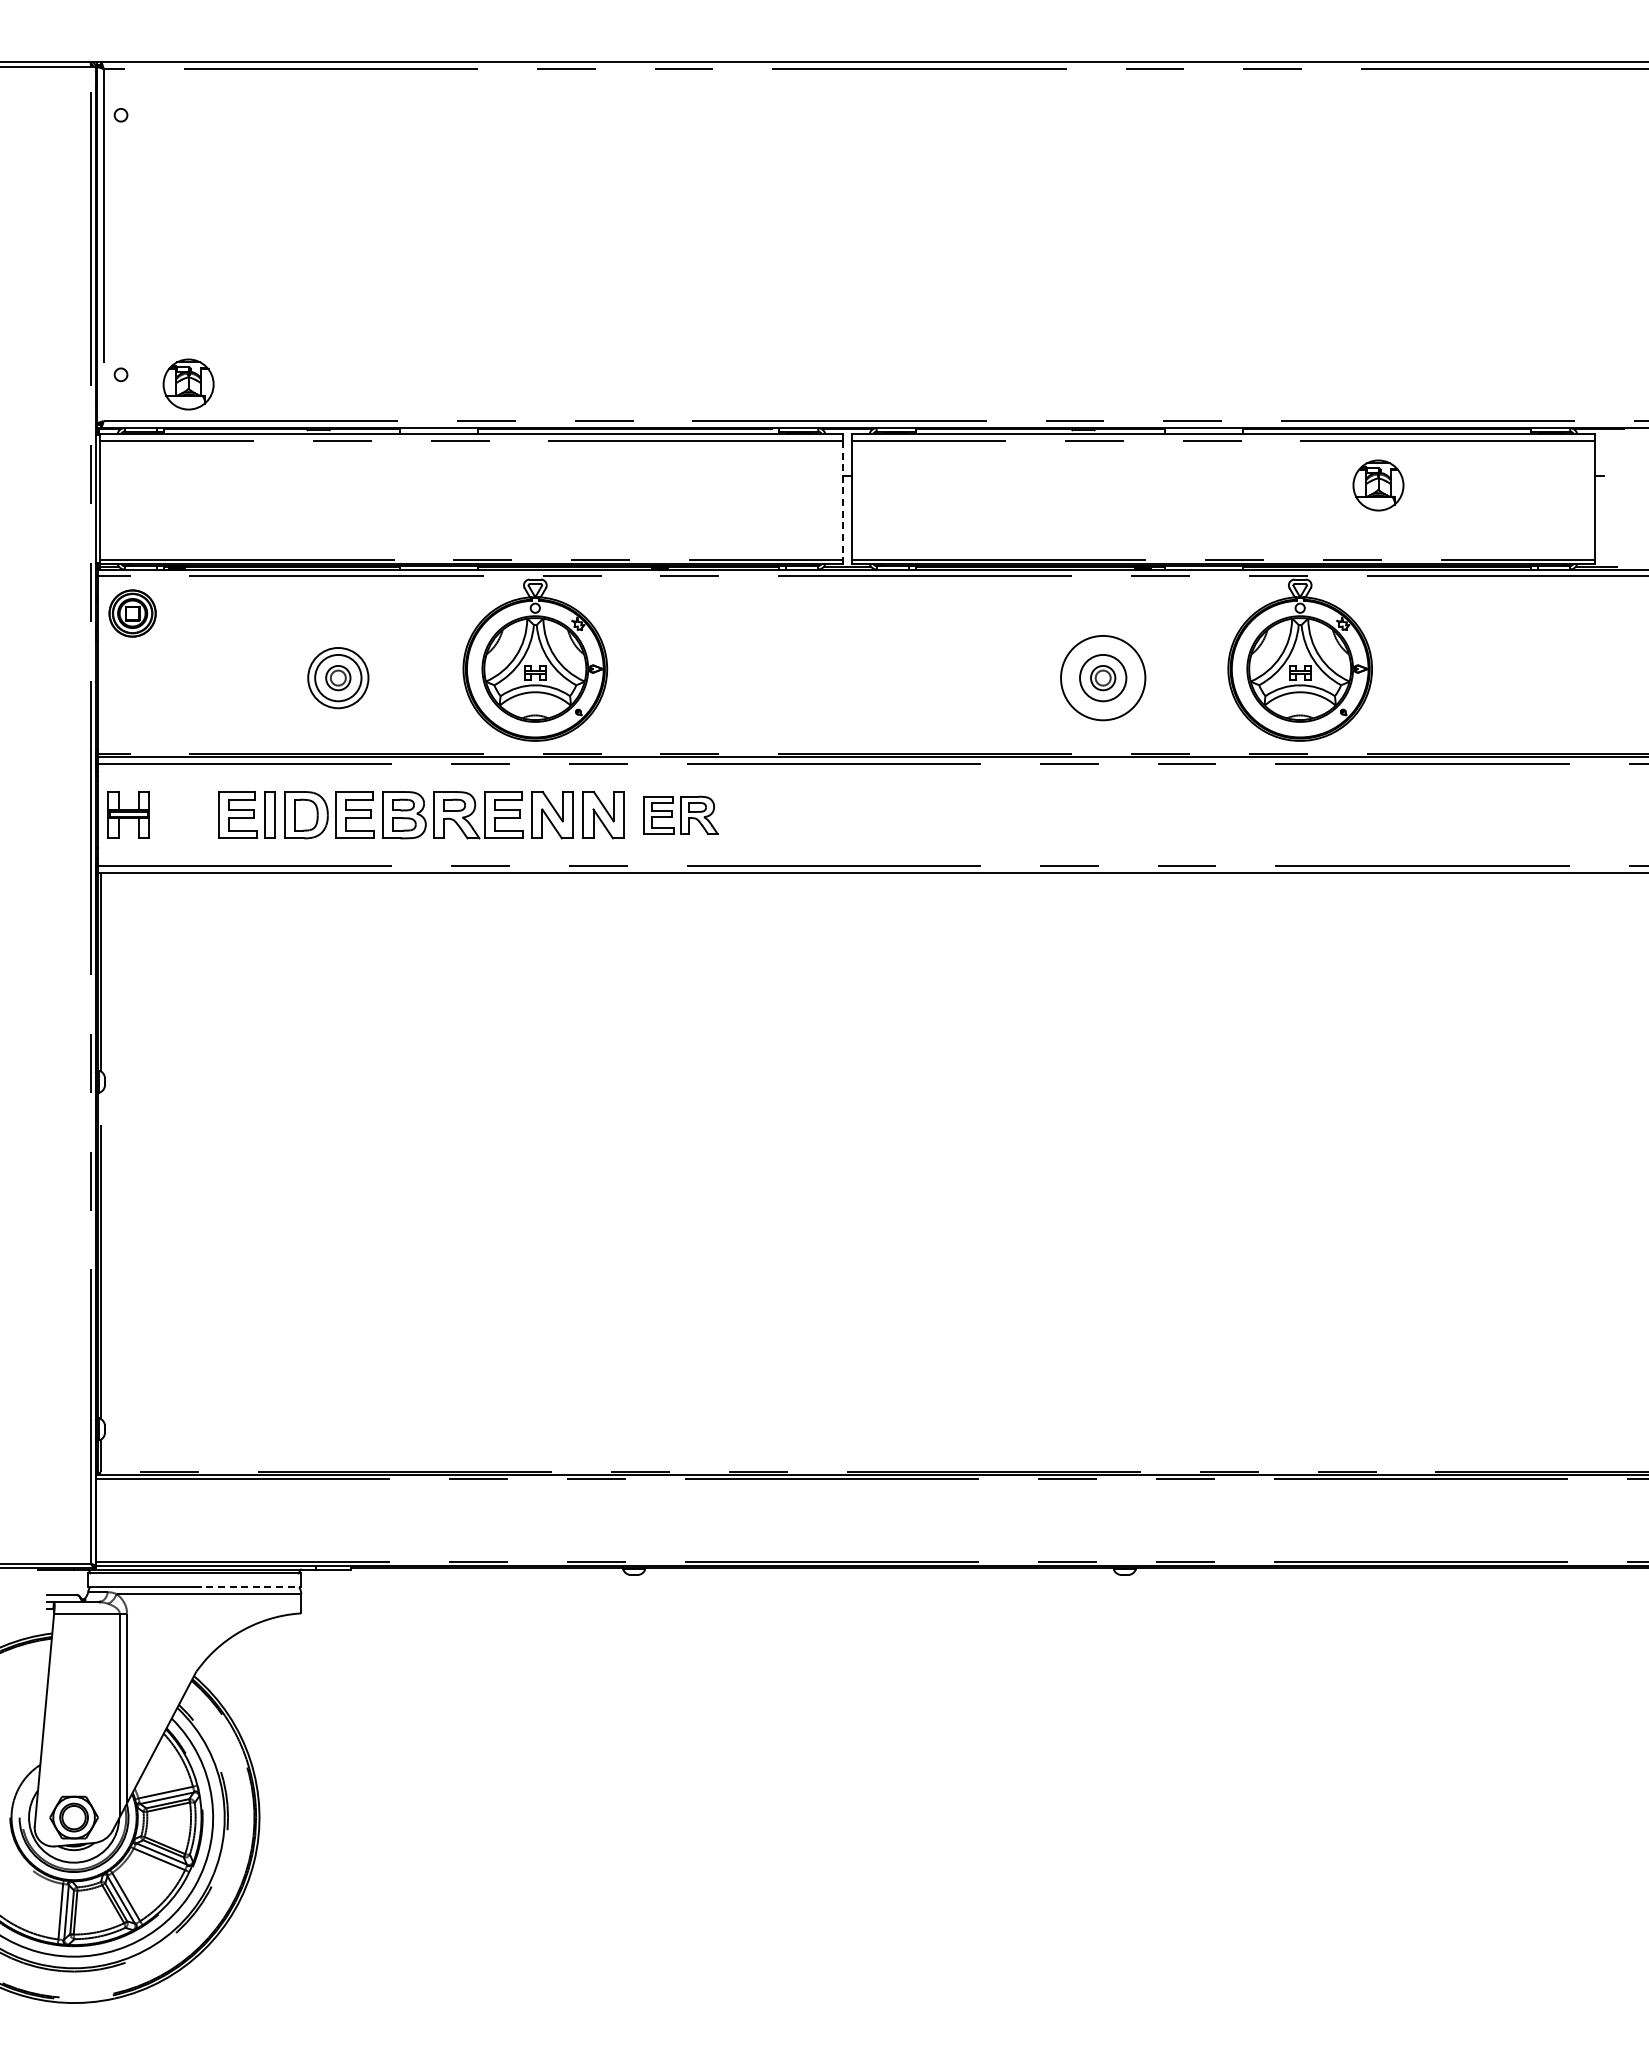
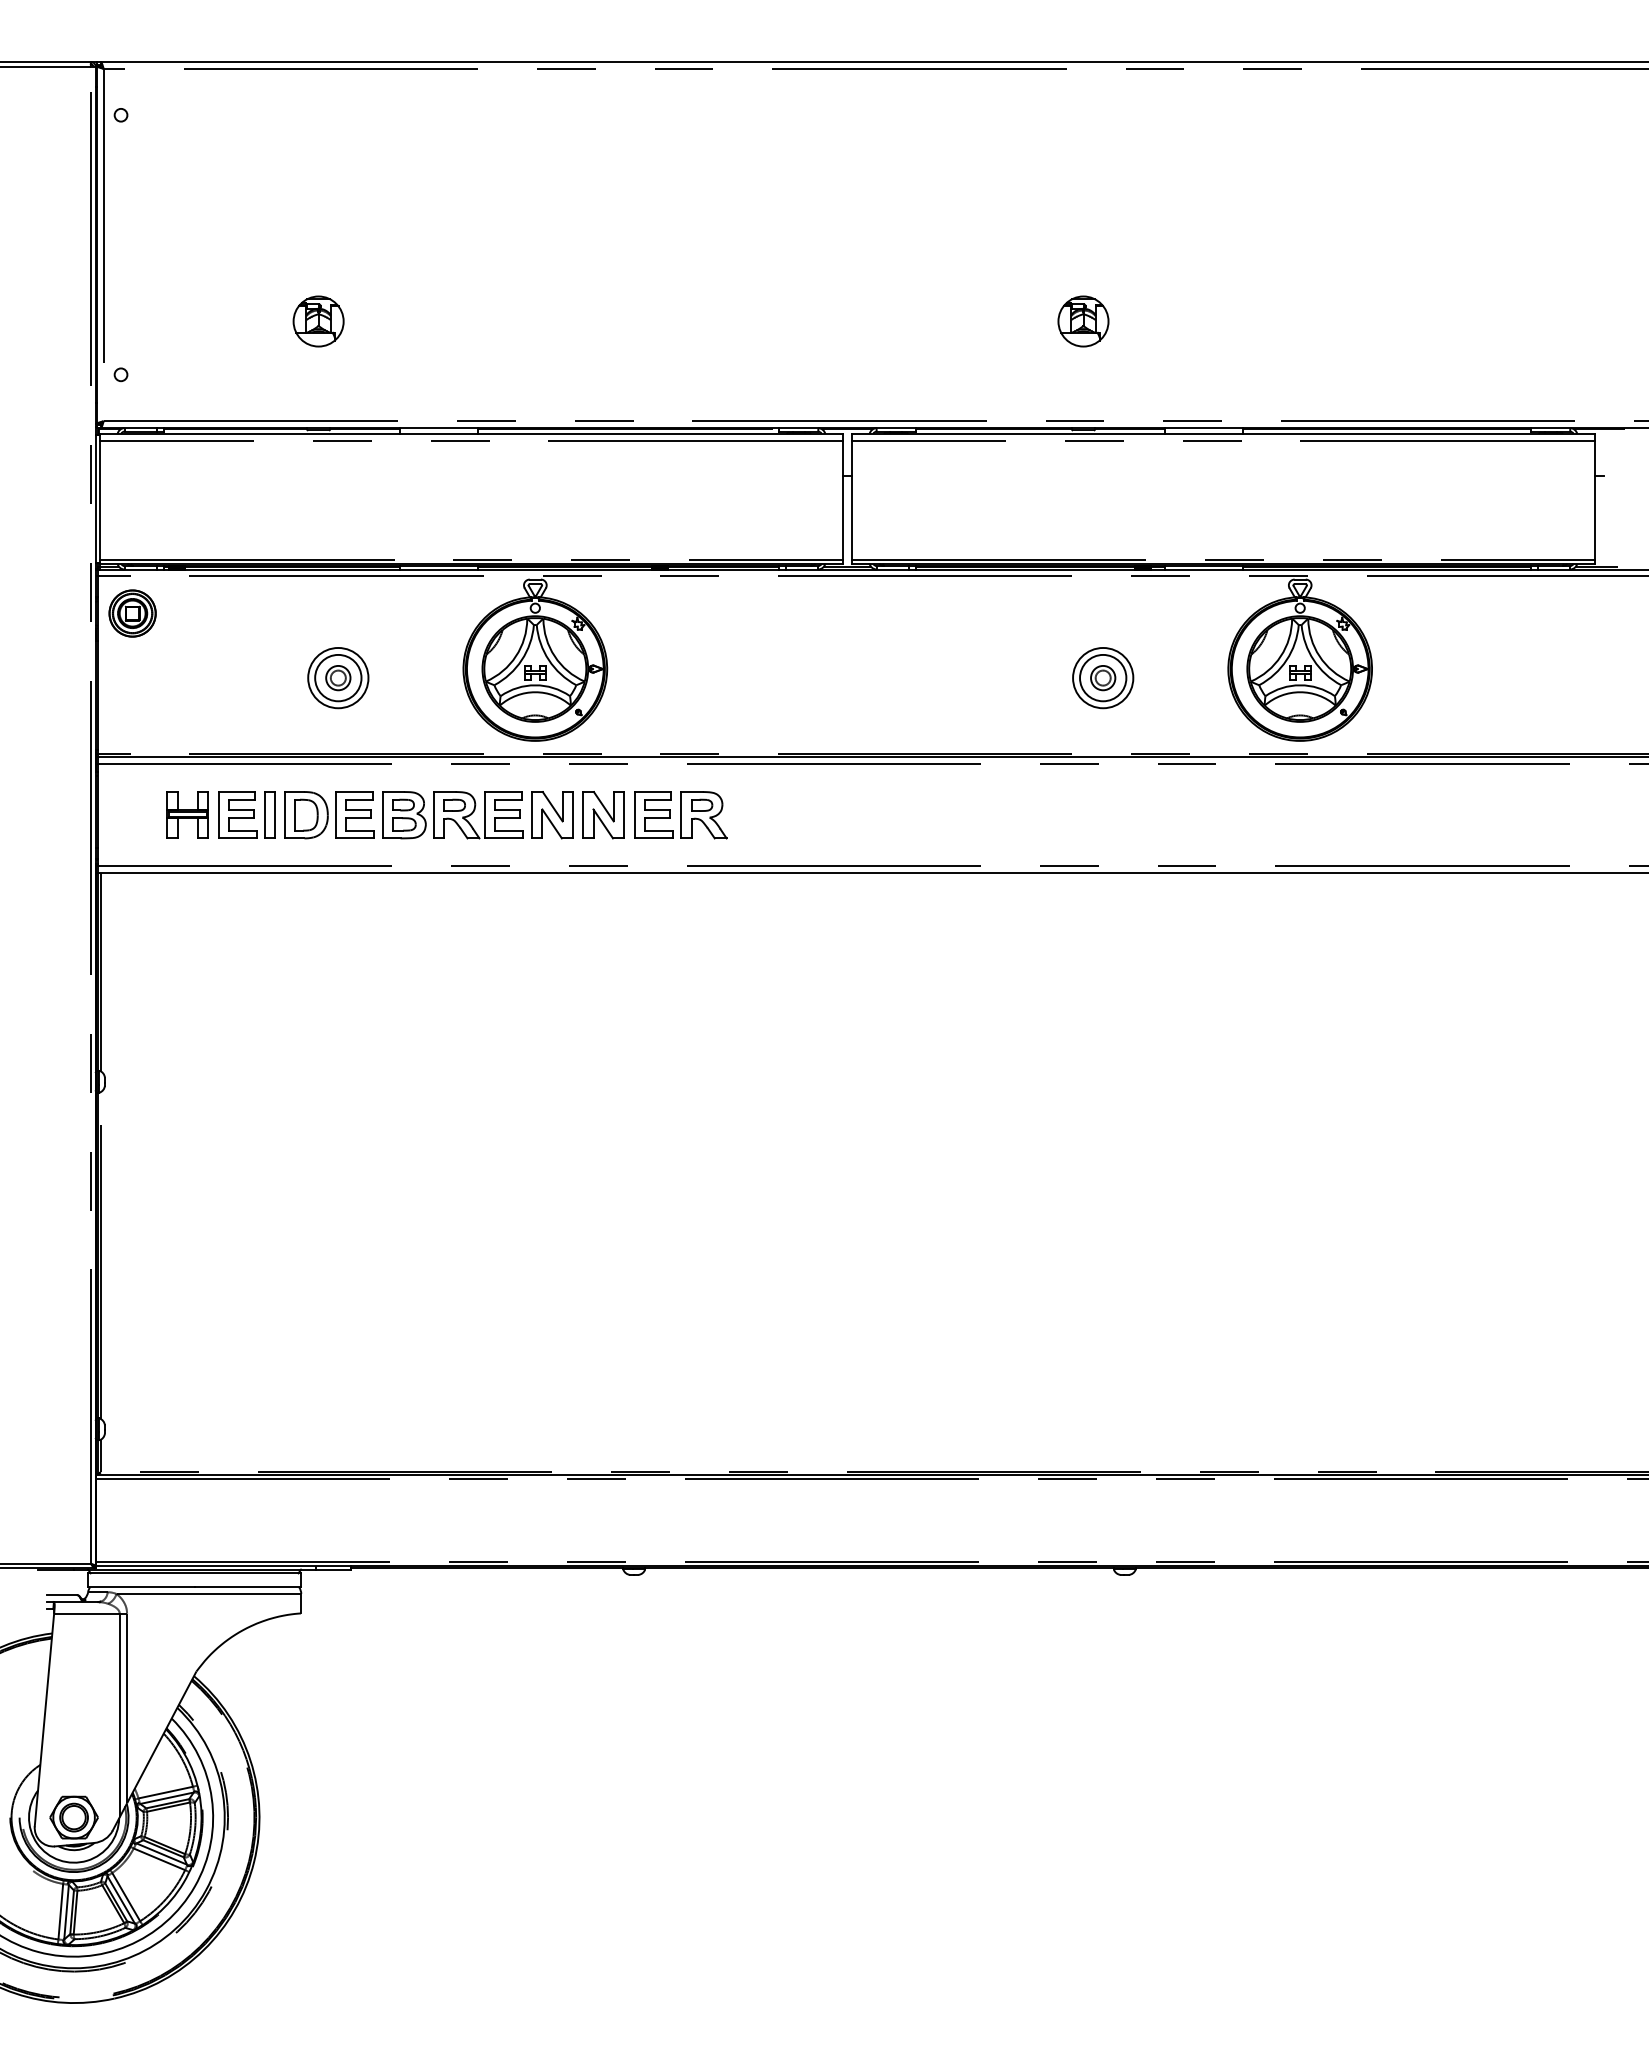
part at (188, 384) position: (188, 384) -> (318, 321)
part at (1378, 485) position: (1378, 485) -> (1083, 321)
line at (842, 500): dashed -> solid
circle at (1103, 677) diameter: 84 px -> 60 px
part at (128, 814) position: (128, 814) -> (187, 814)
part at (680, 814) size: 76x40 px -> 94x49 px
line at (248, 1587): dashed -> solid
